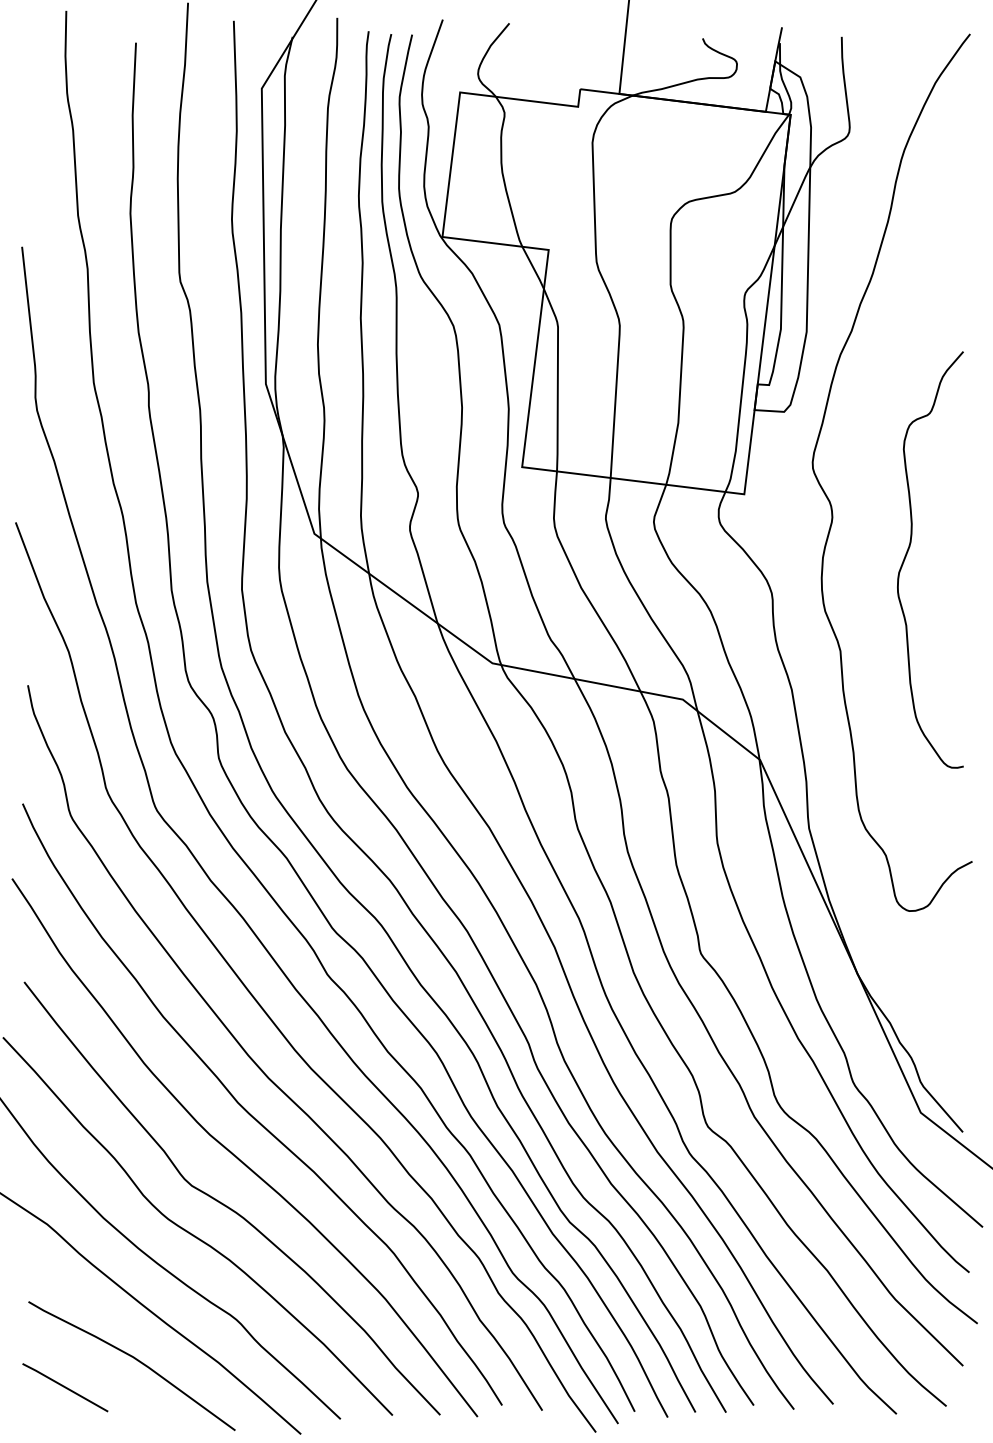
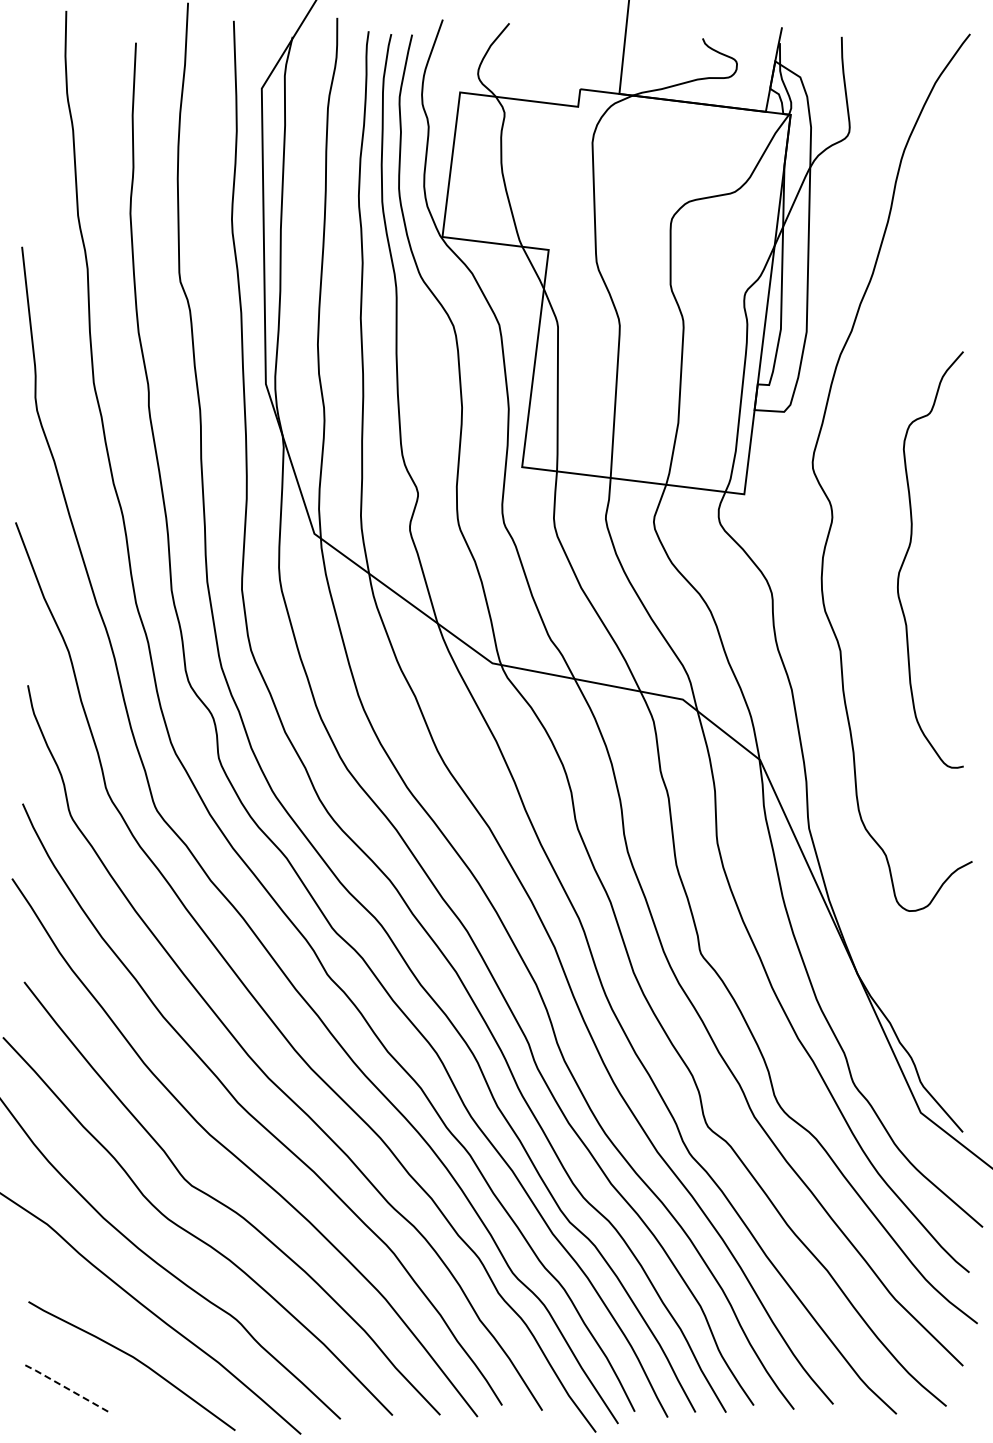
line at (65, 1387): solid -> dashed
